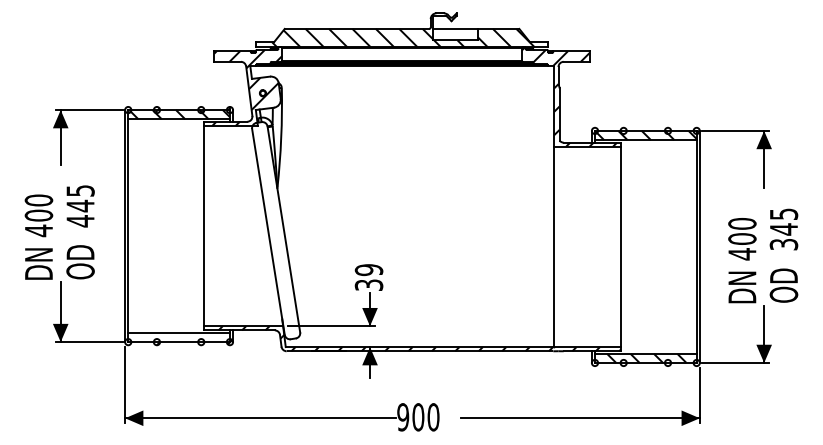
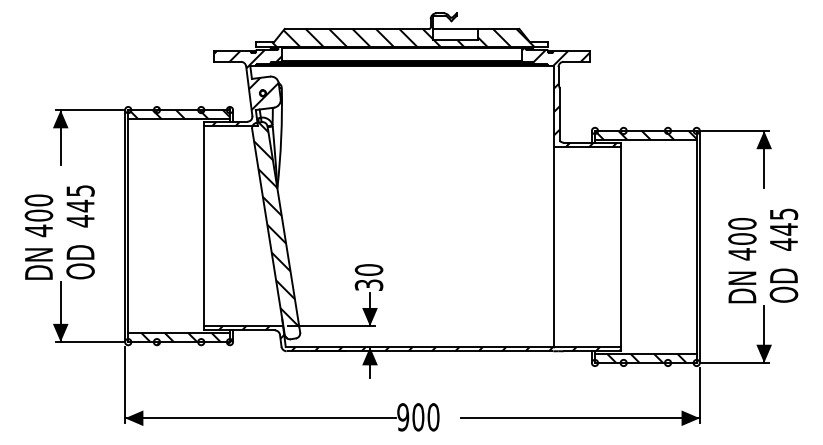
hatch at (276, 230): none -> present
text at (783, 244): 345 -> 445
text at (369, 270): 39 -> 30
hatch at (180, 337): none -> present
